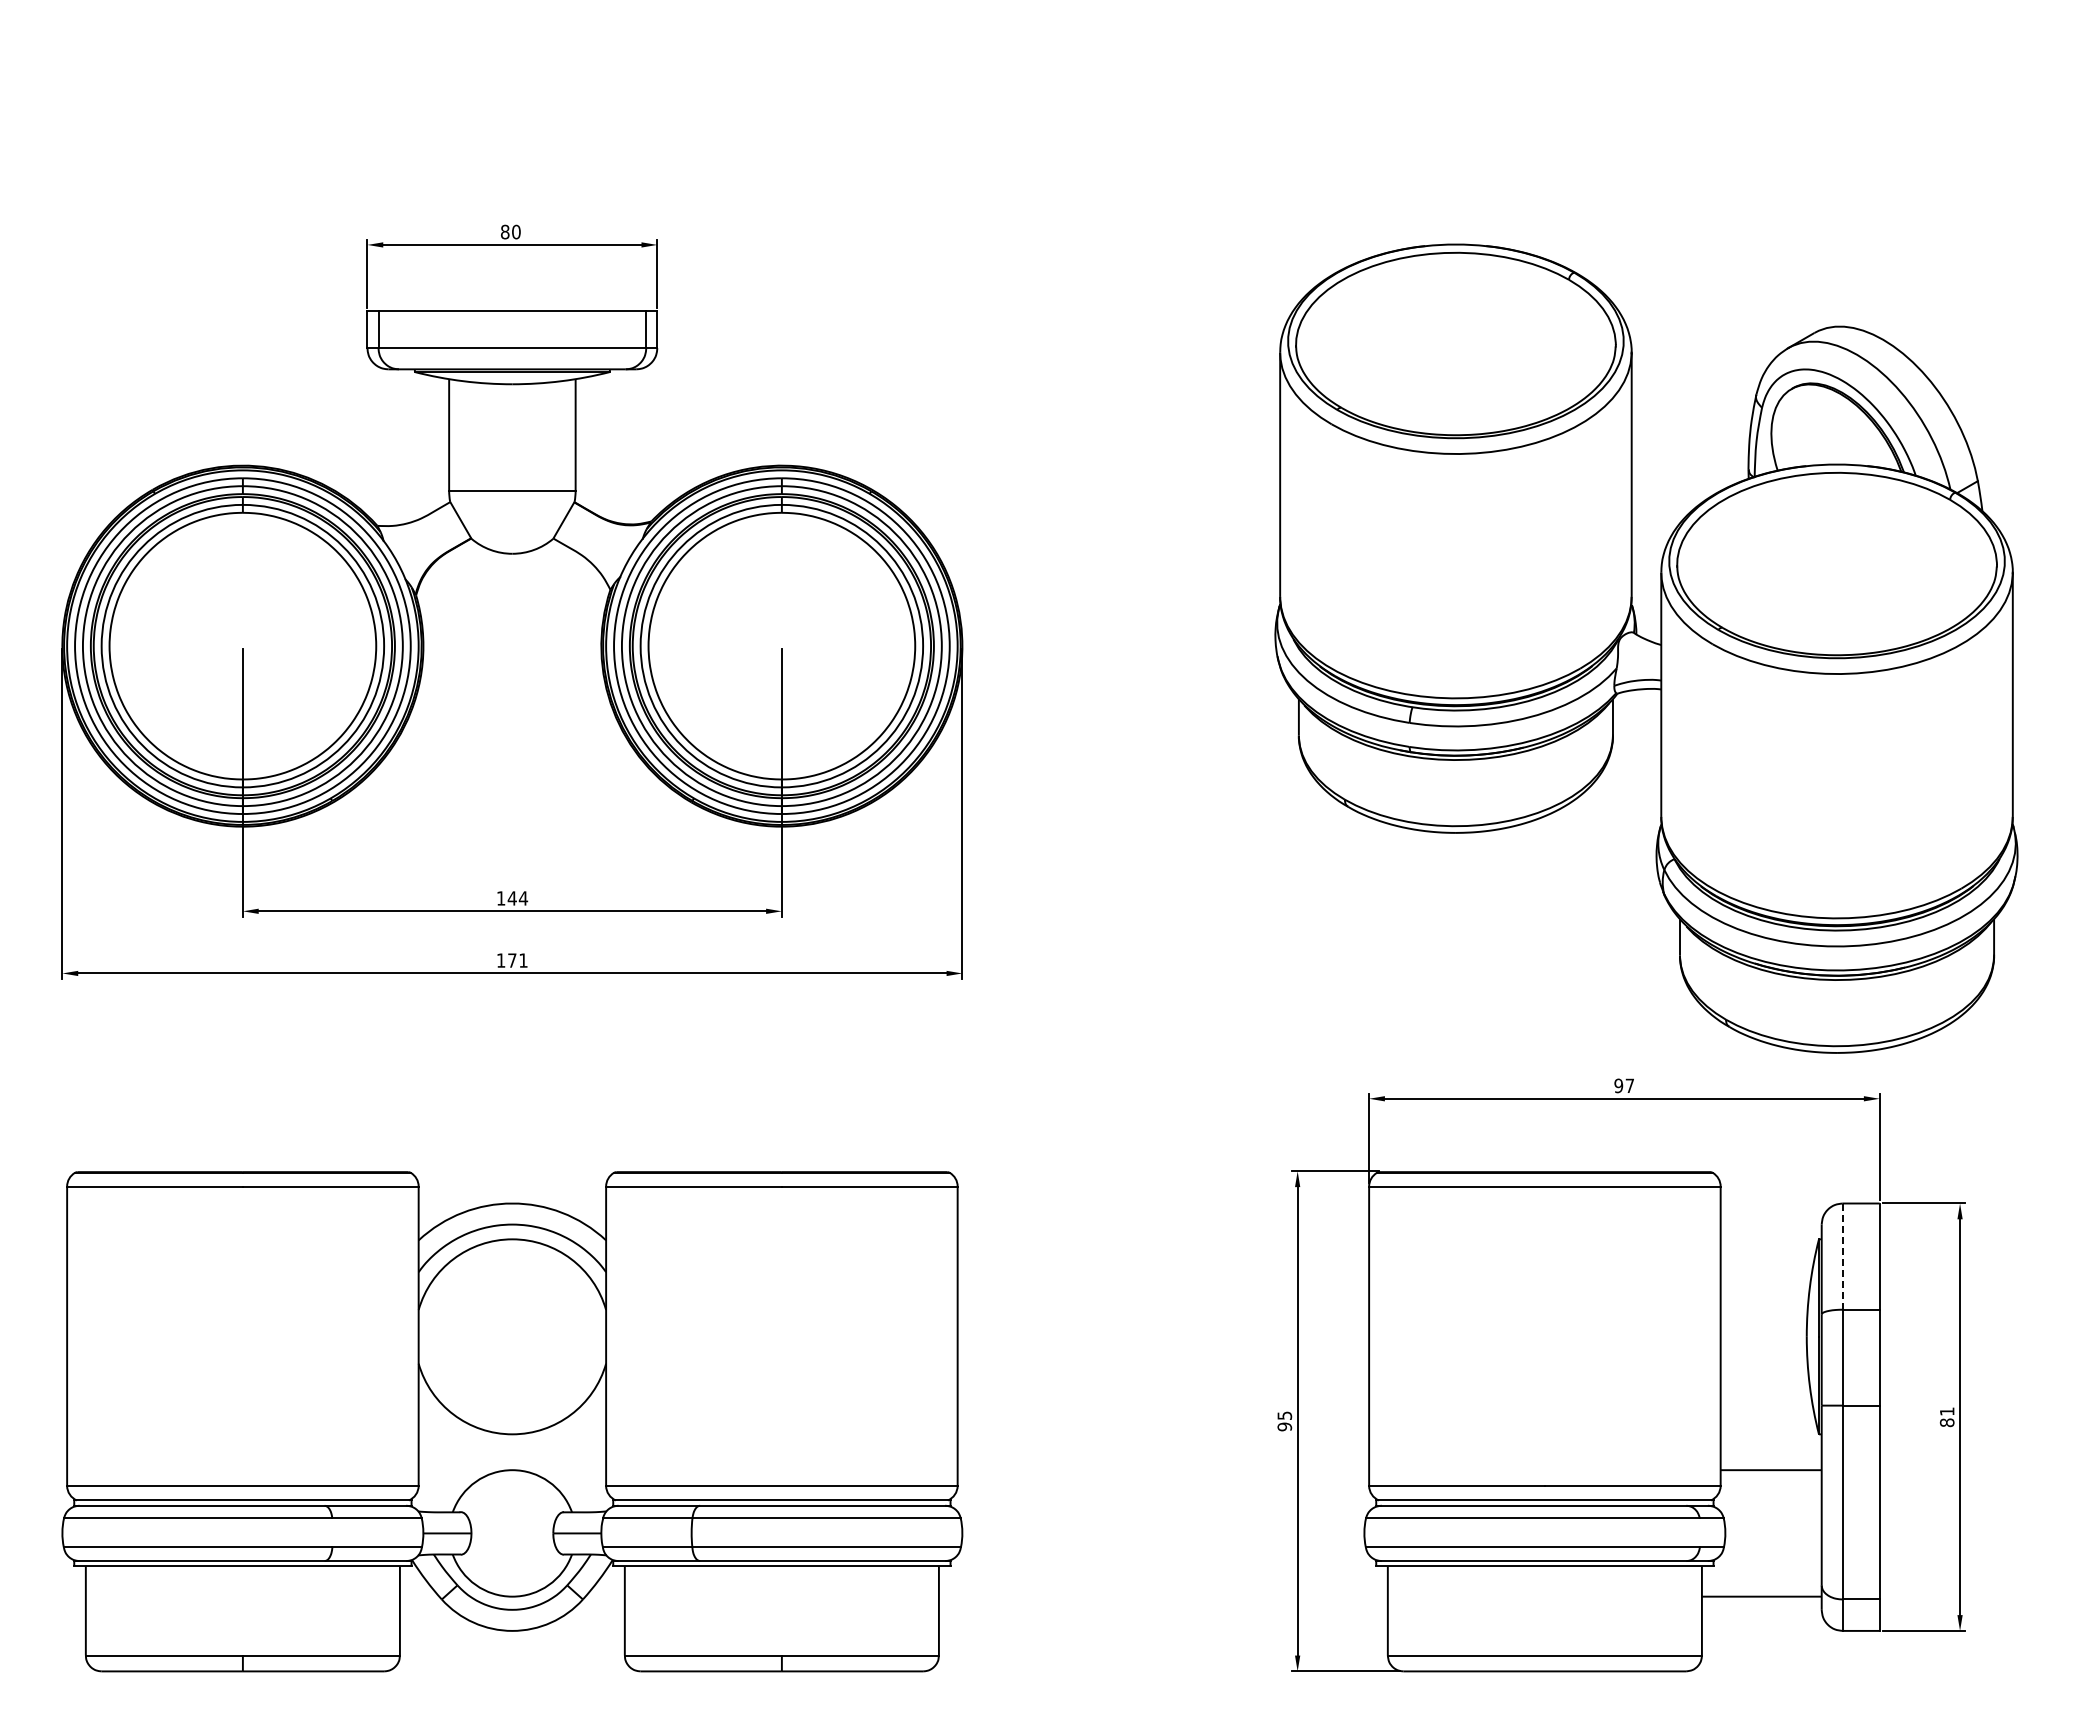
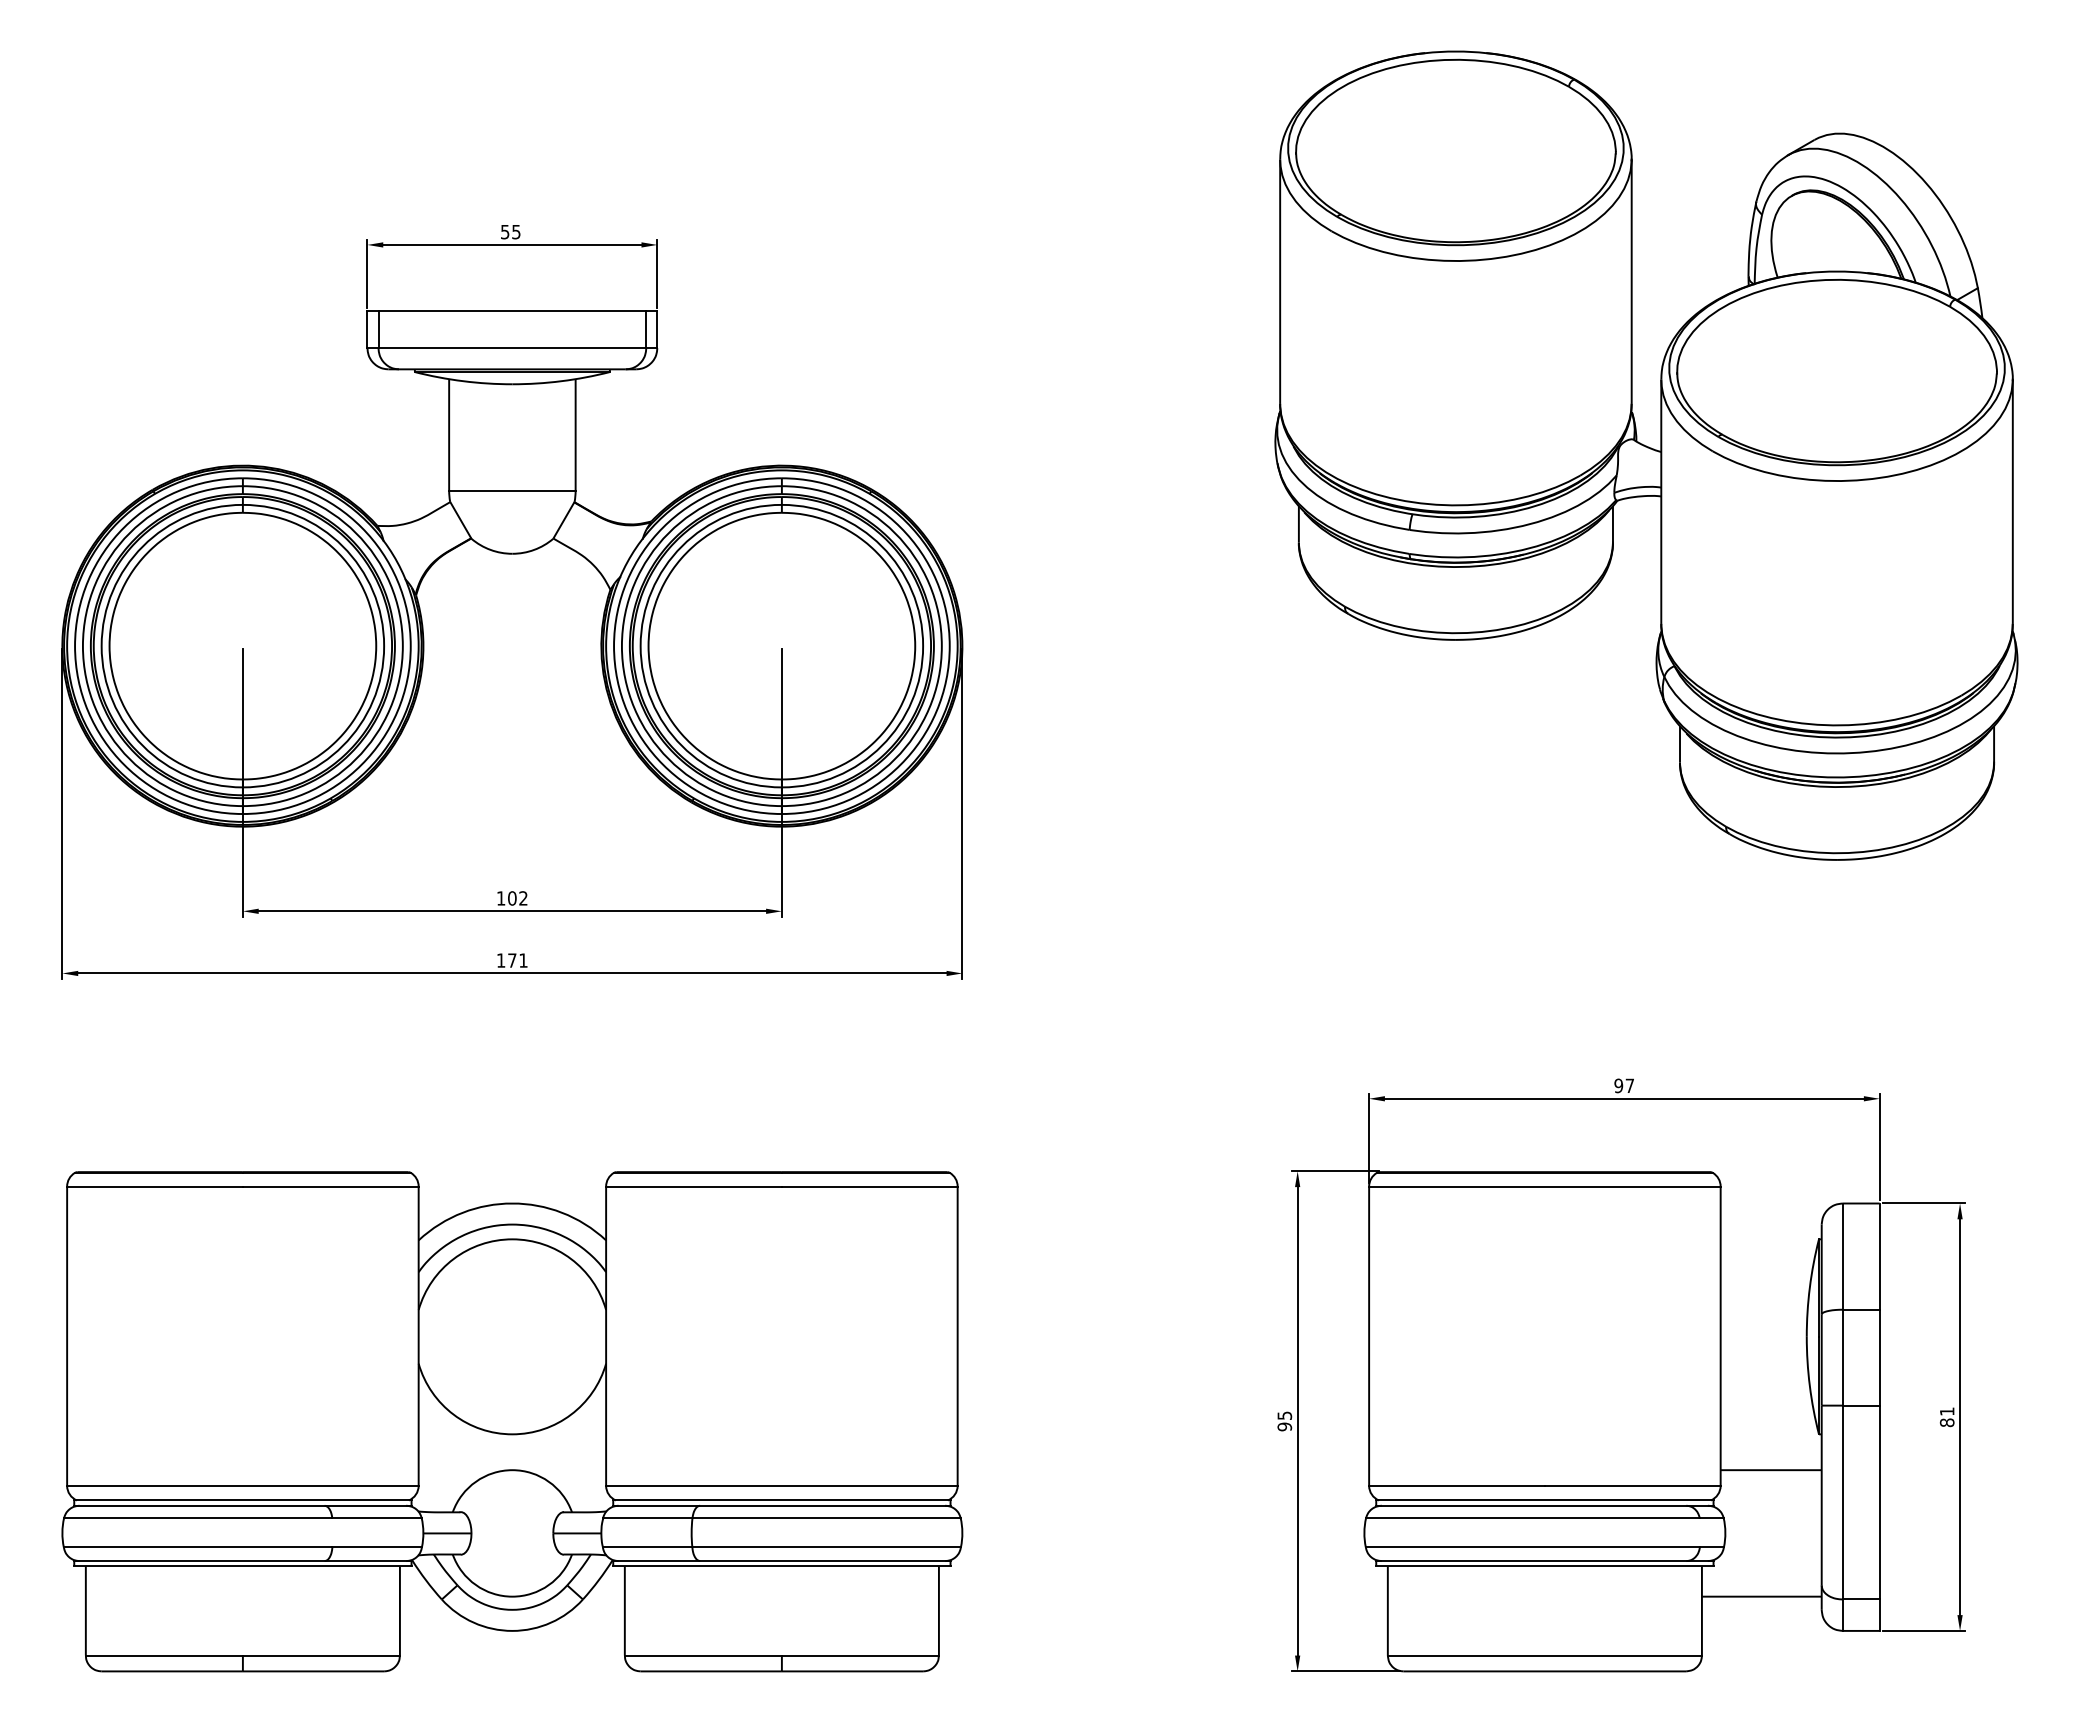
text at (510, 231): 80 -> 55
part at (1646, 648) position: (1646, 648) -> (1646, 455)
text at (517, 898): 144 -> 102
line at (1842, 1256): dashed -> solid
